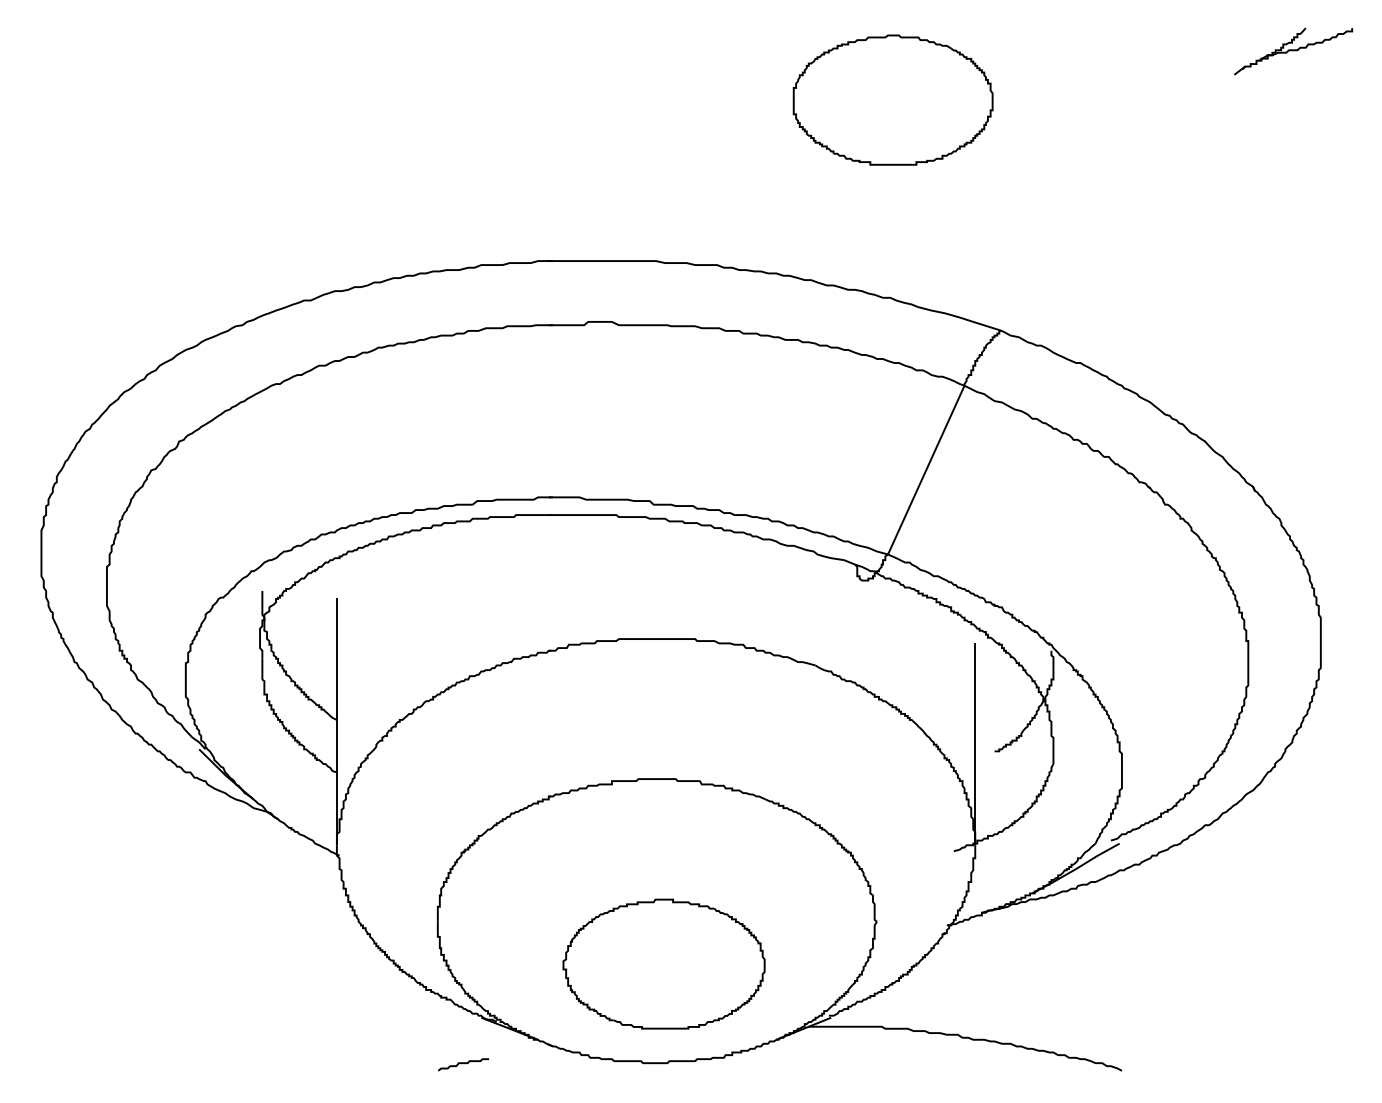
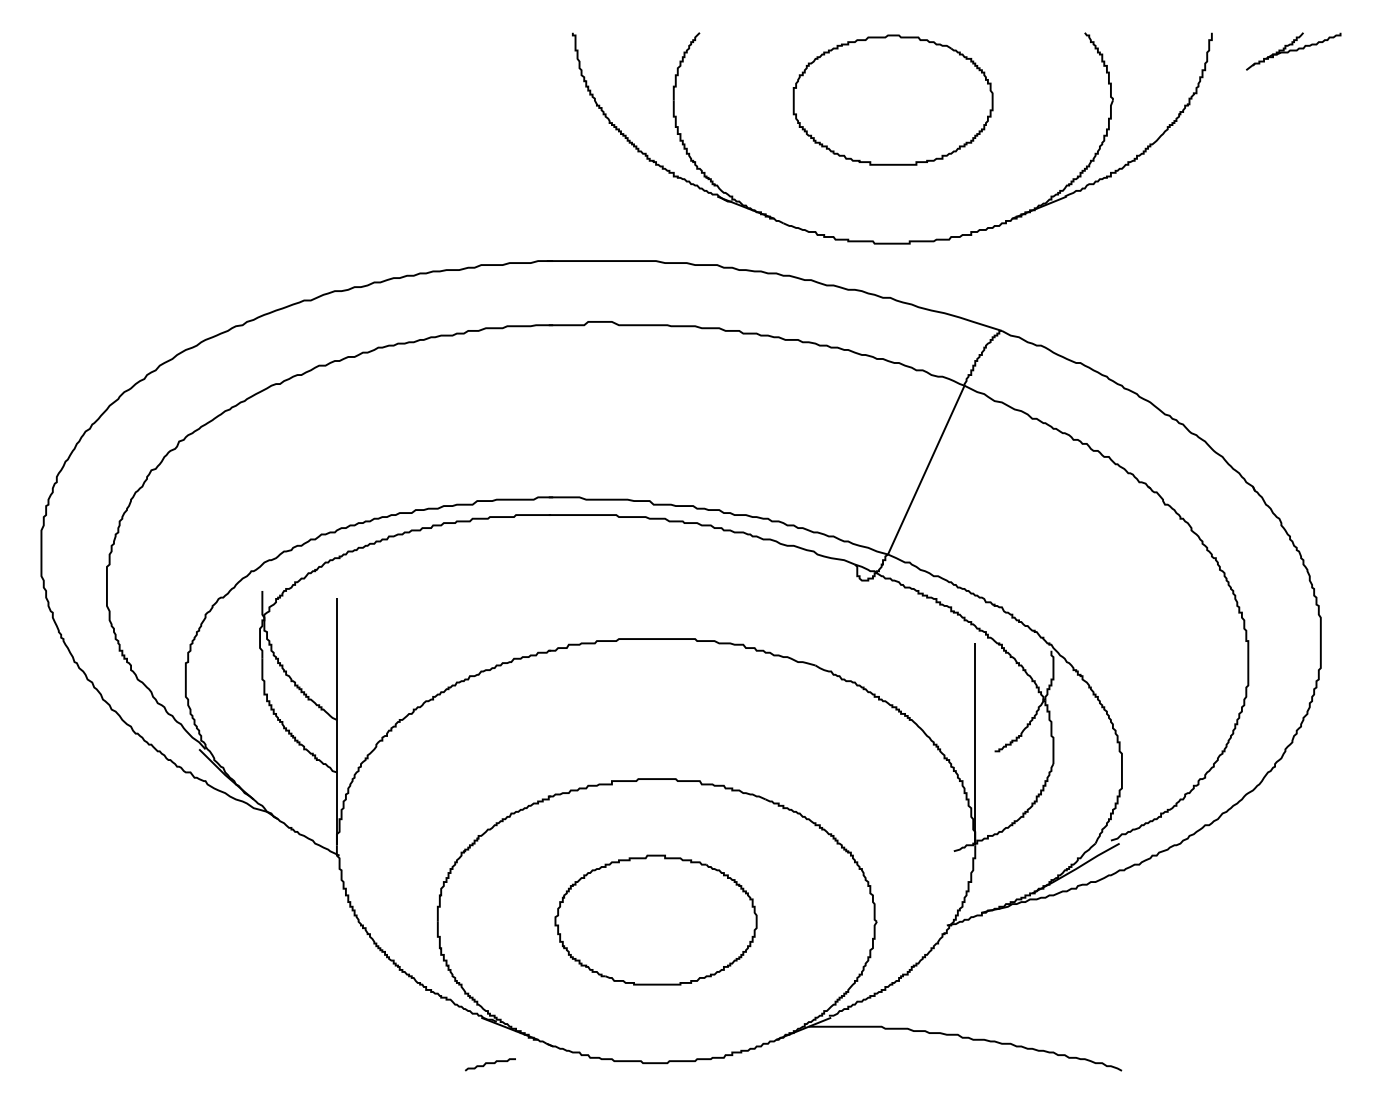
part at (1293, 51) size: 120x49 px -> 96x39 px
part at (908, 240): none -> present
part at (663, 963) position: (663, 963) -> (655, 919)
curve at (463, 1064) position: (463, 1064) -> (490, 1064)
